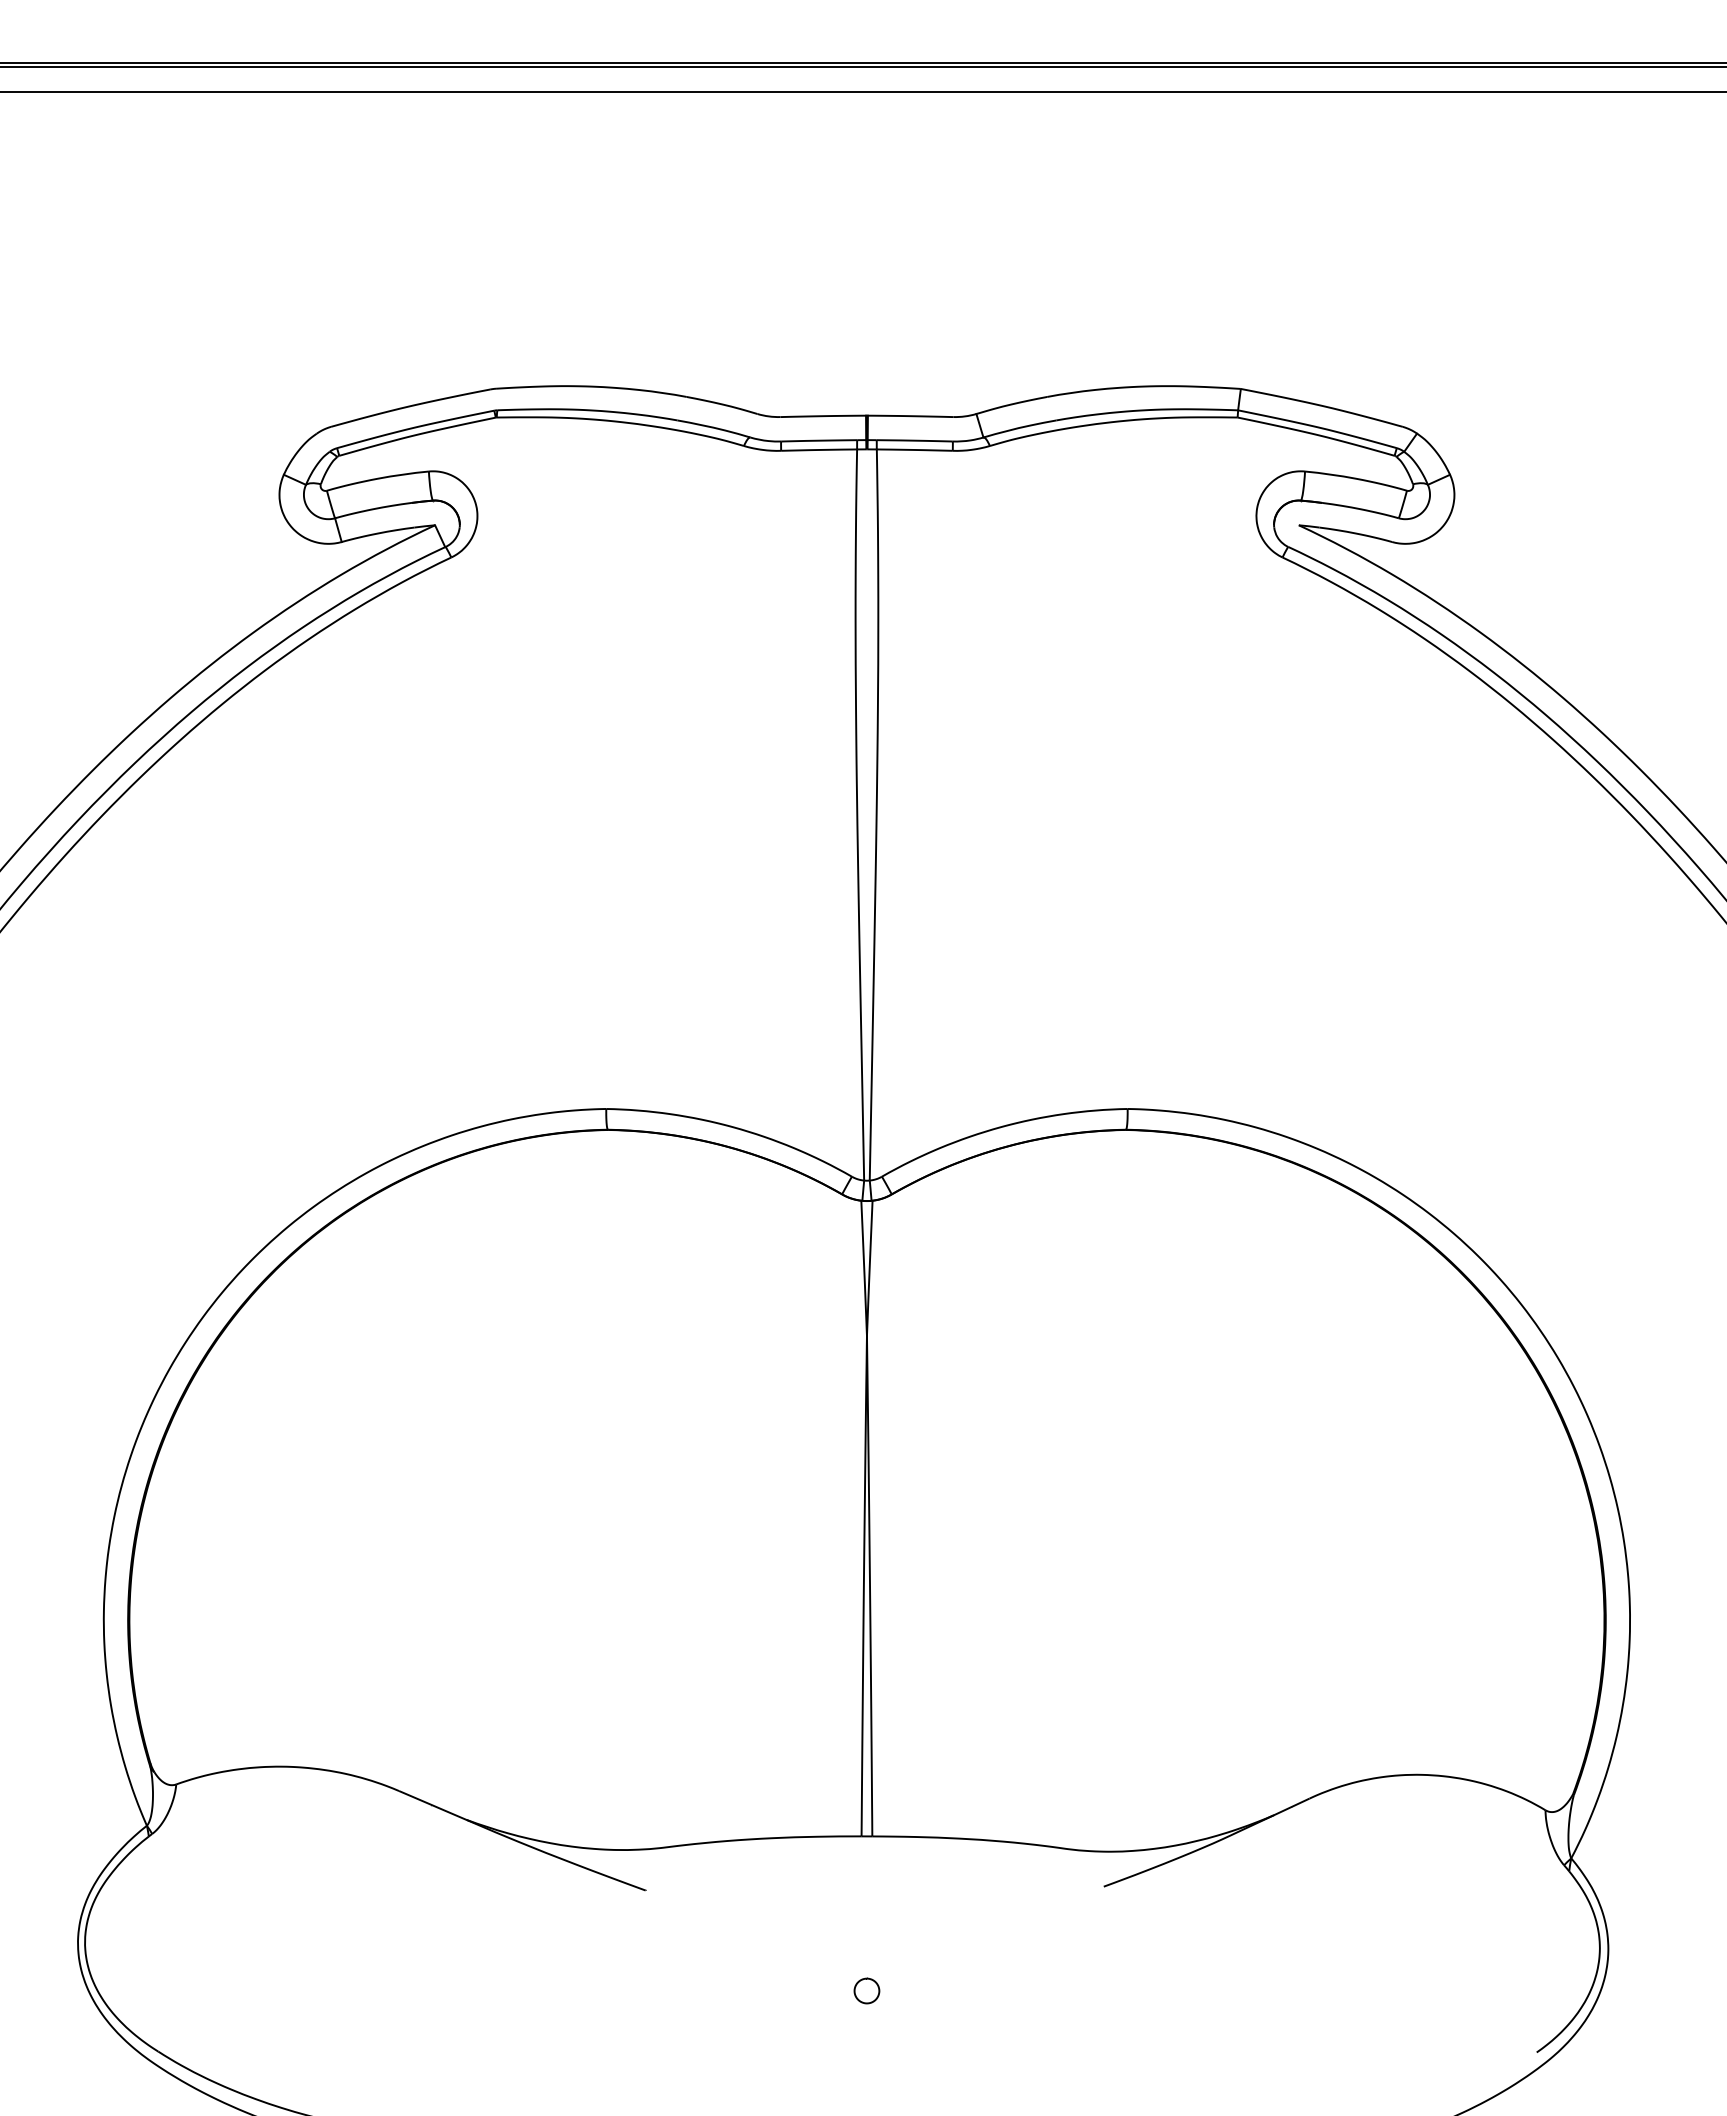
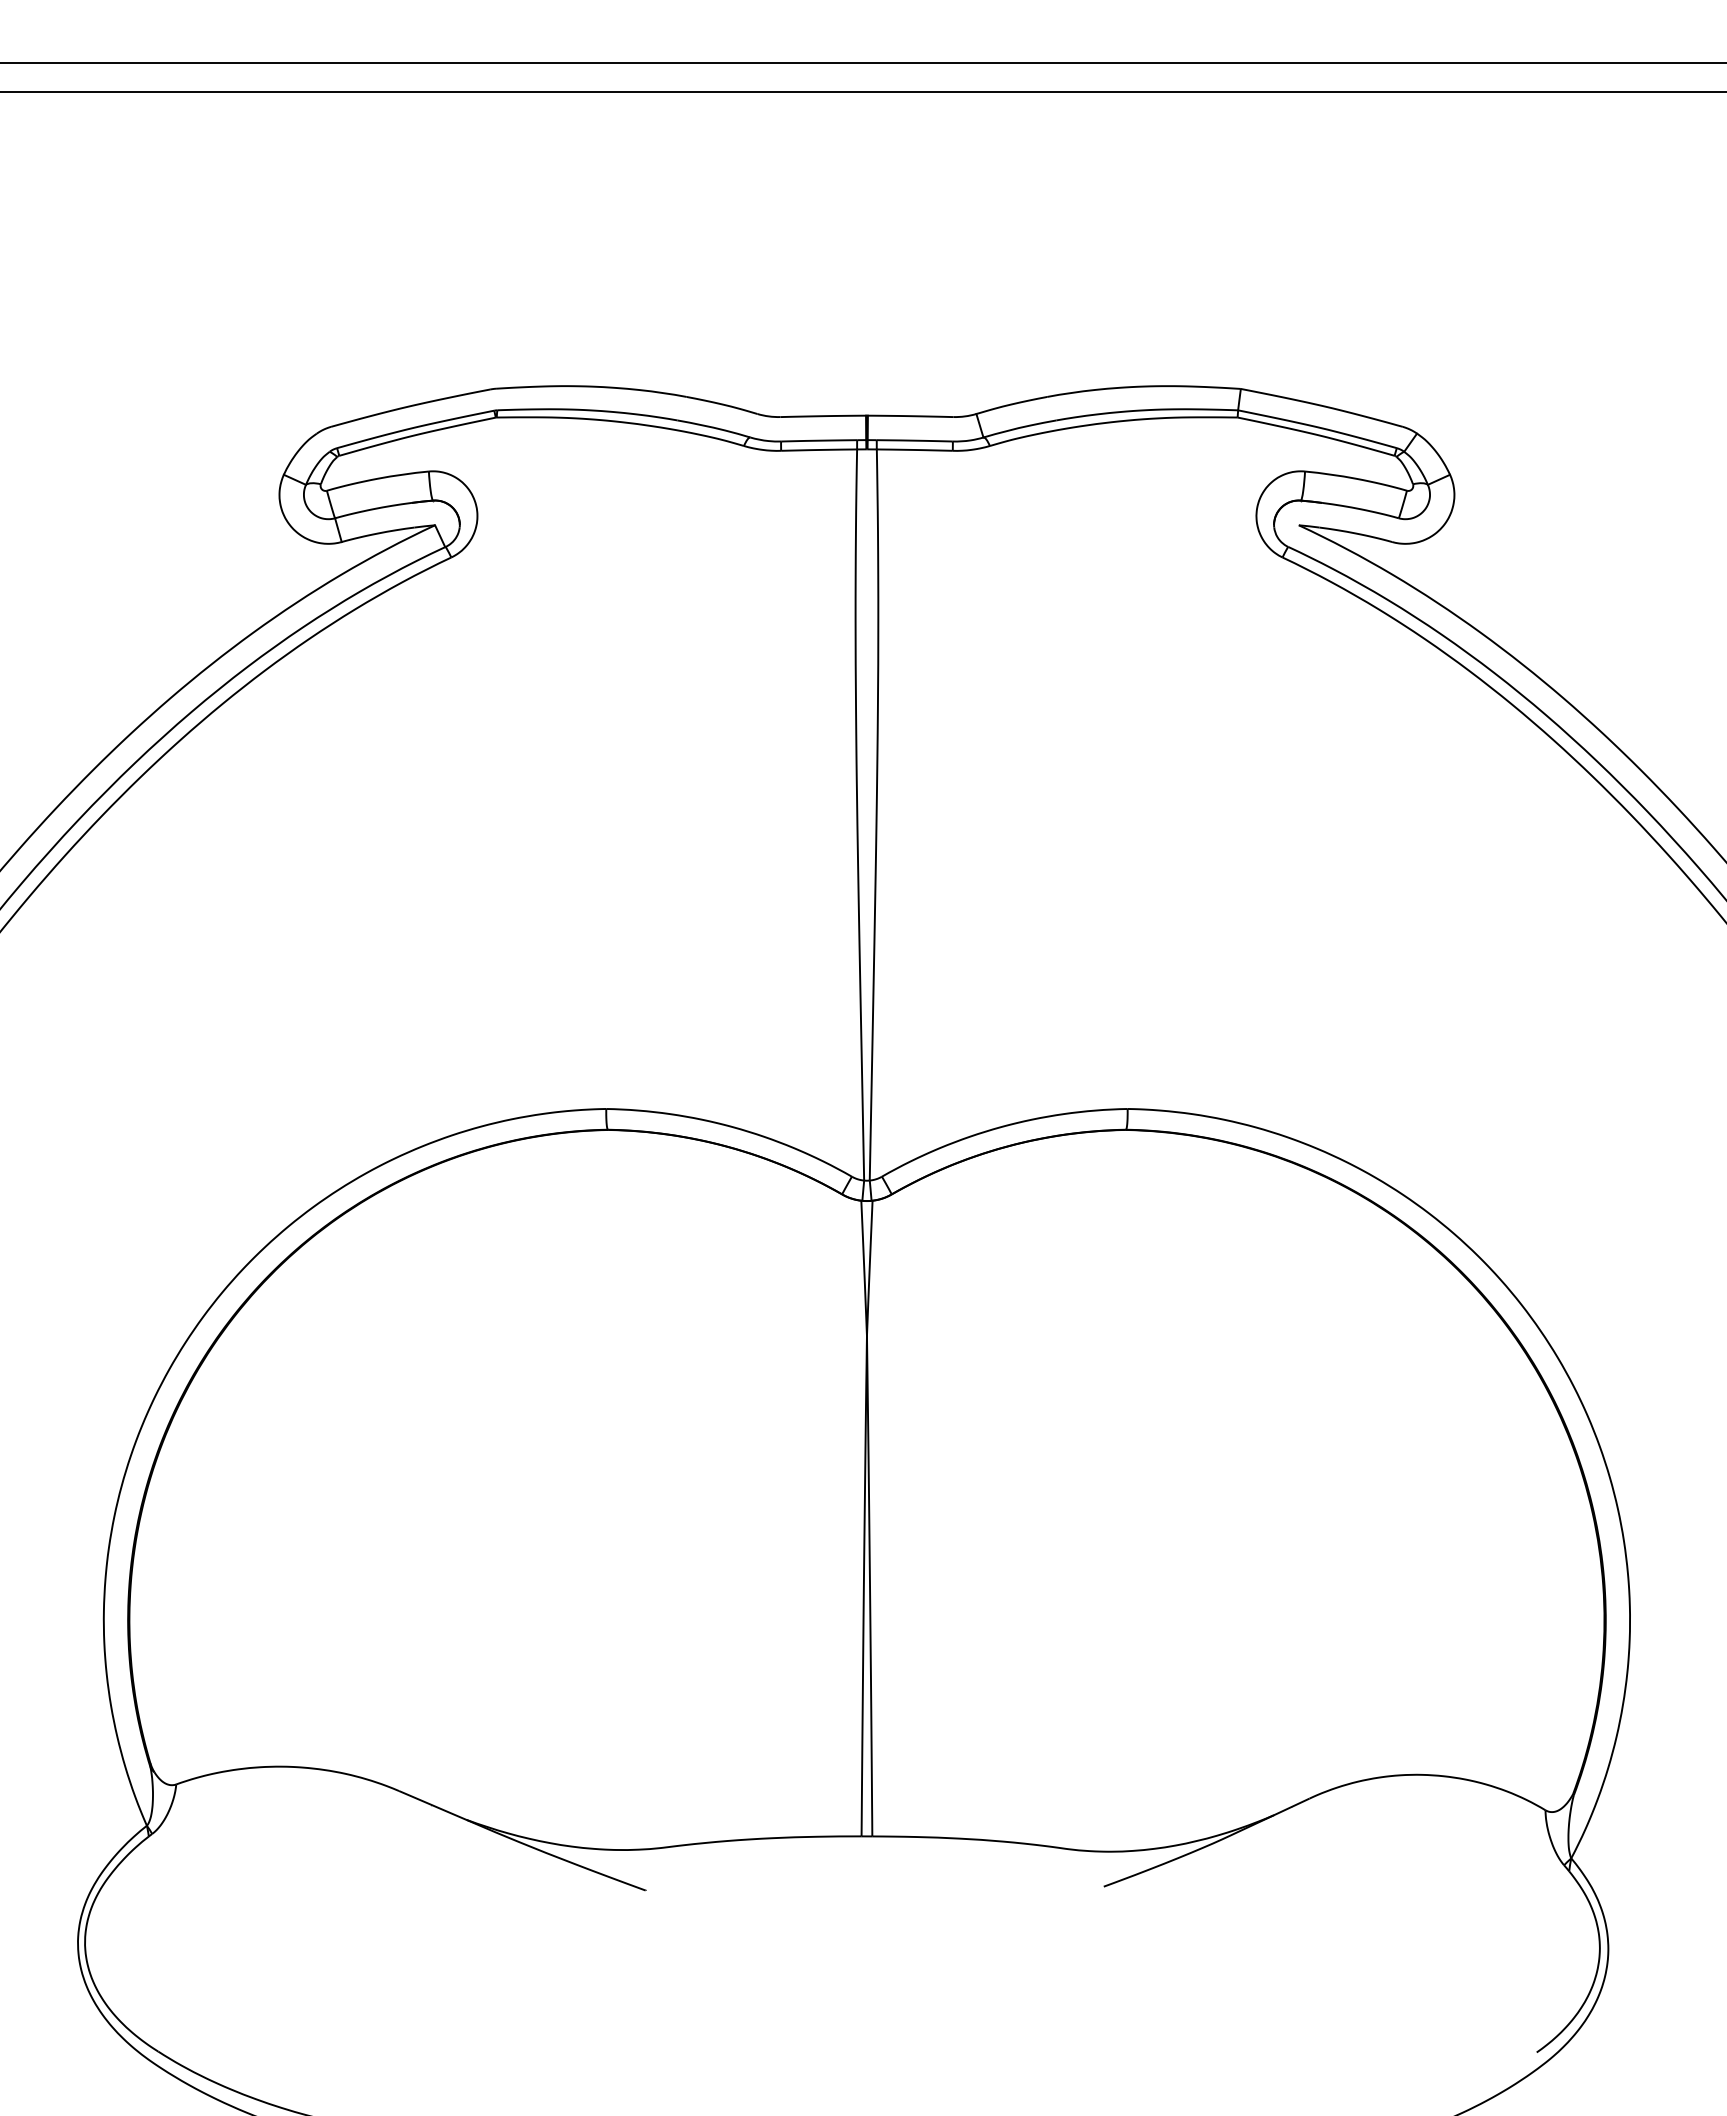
line at (862, 66): present -> none
part at (866, 1990): present -> none
